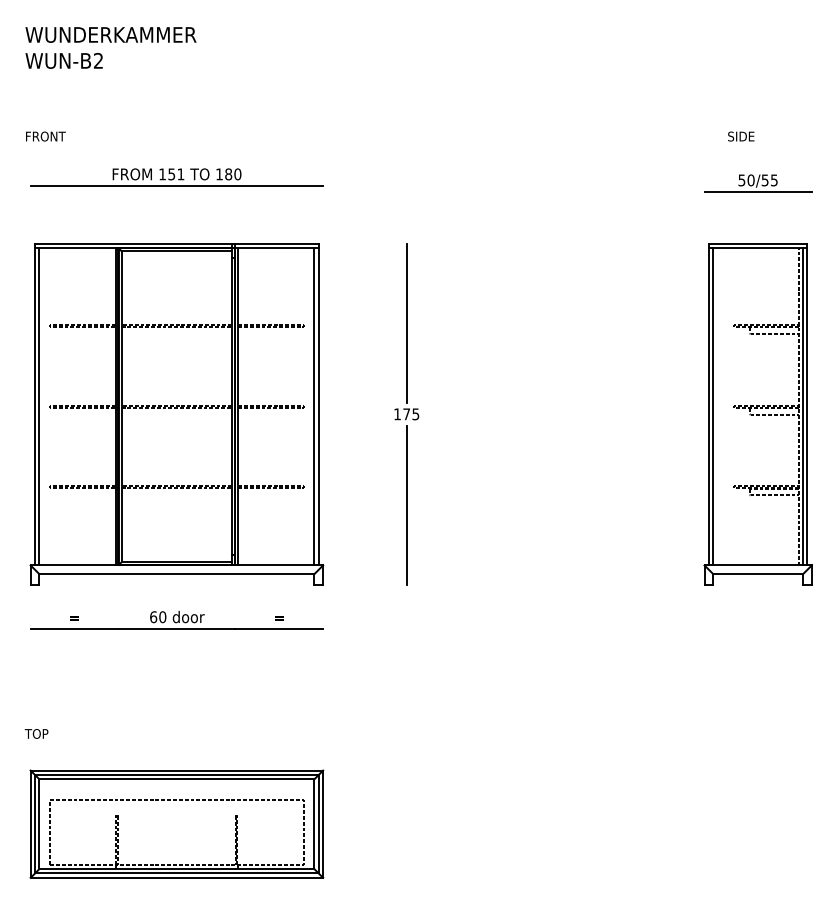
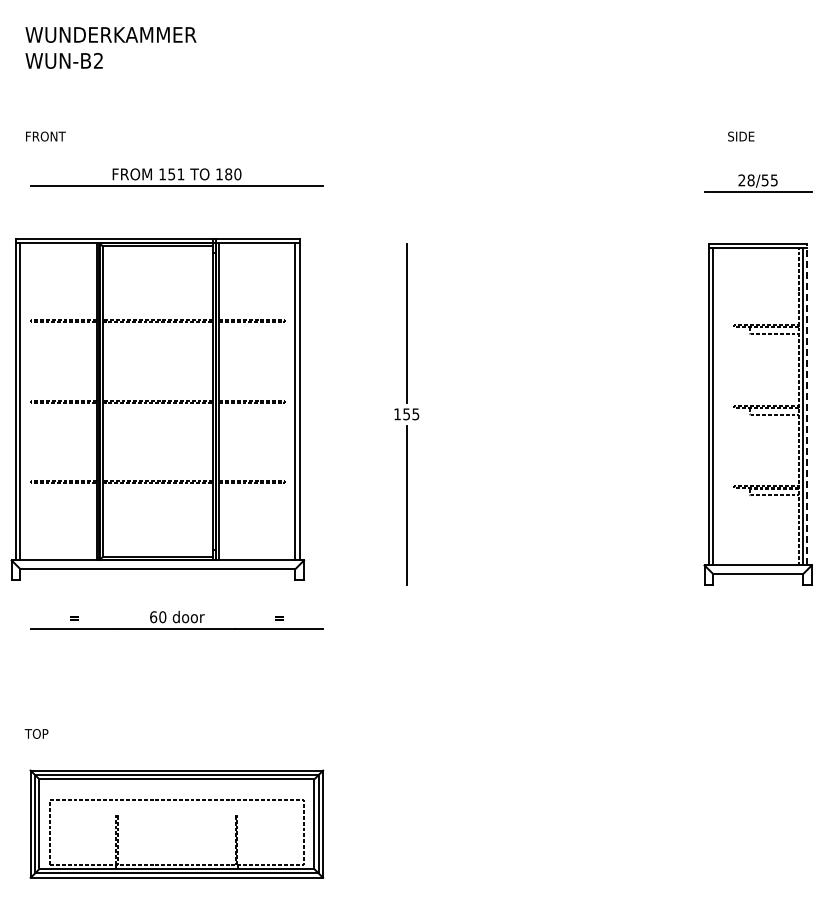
text at (746, 180): 50/55 -> 28/55
line at (807, 404): solid -> dashed
part at (176, 414) position: (176, 414) -> (157, 409)
text at (406, 414): 175 -> 155
